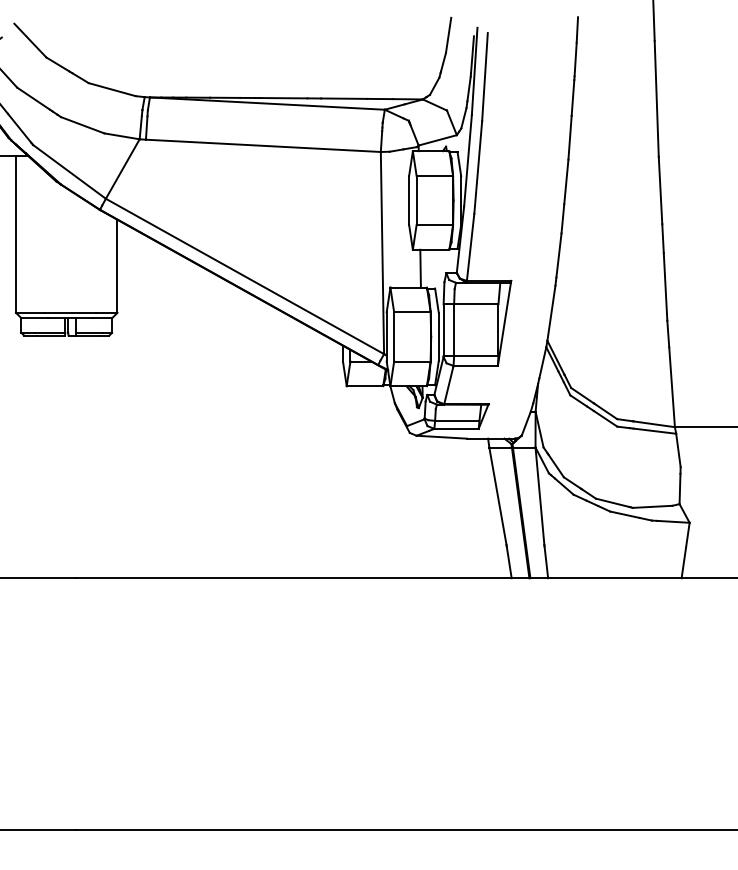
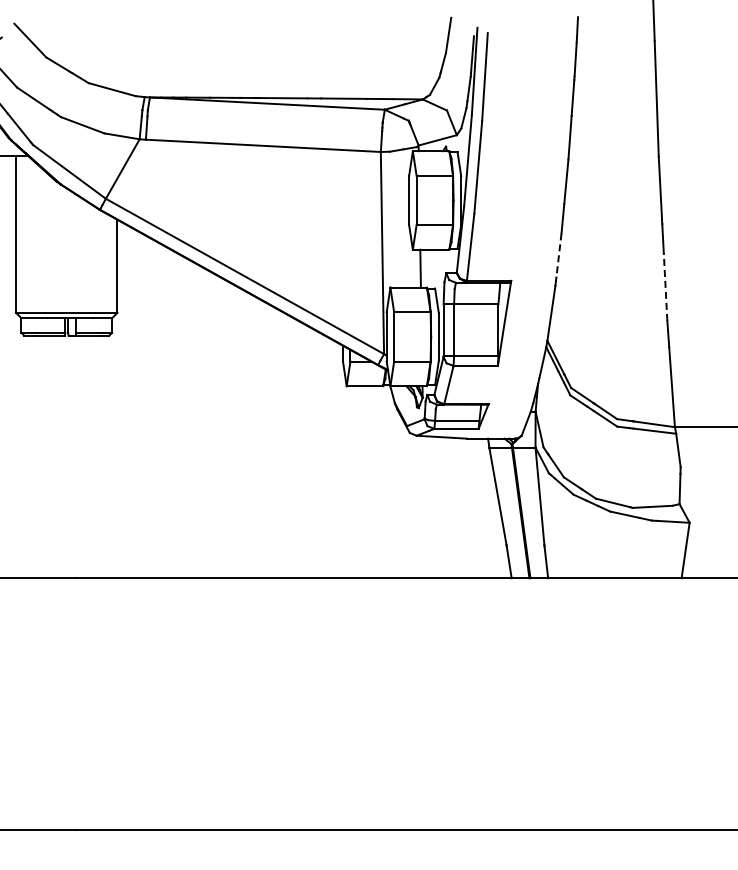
line at (558, 256): solid -> dashed
line at (665, 286): solid -> dashed
